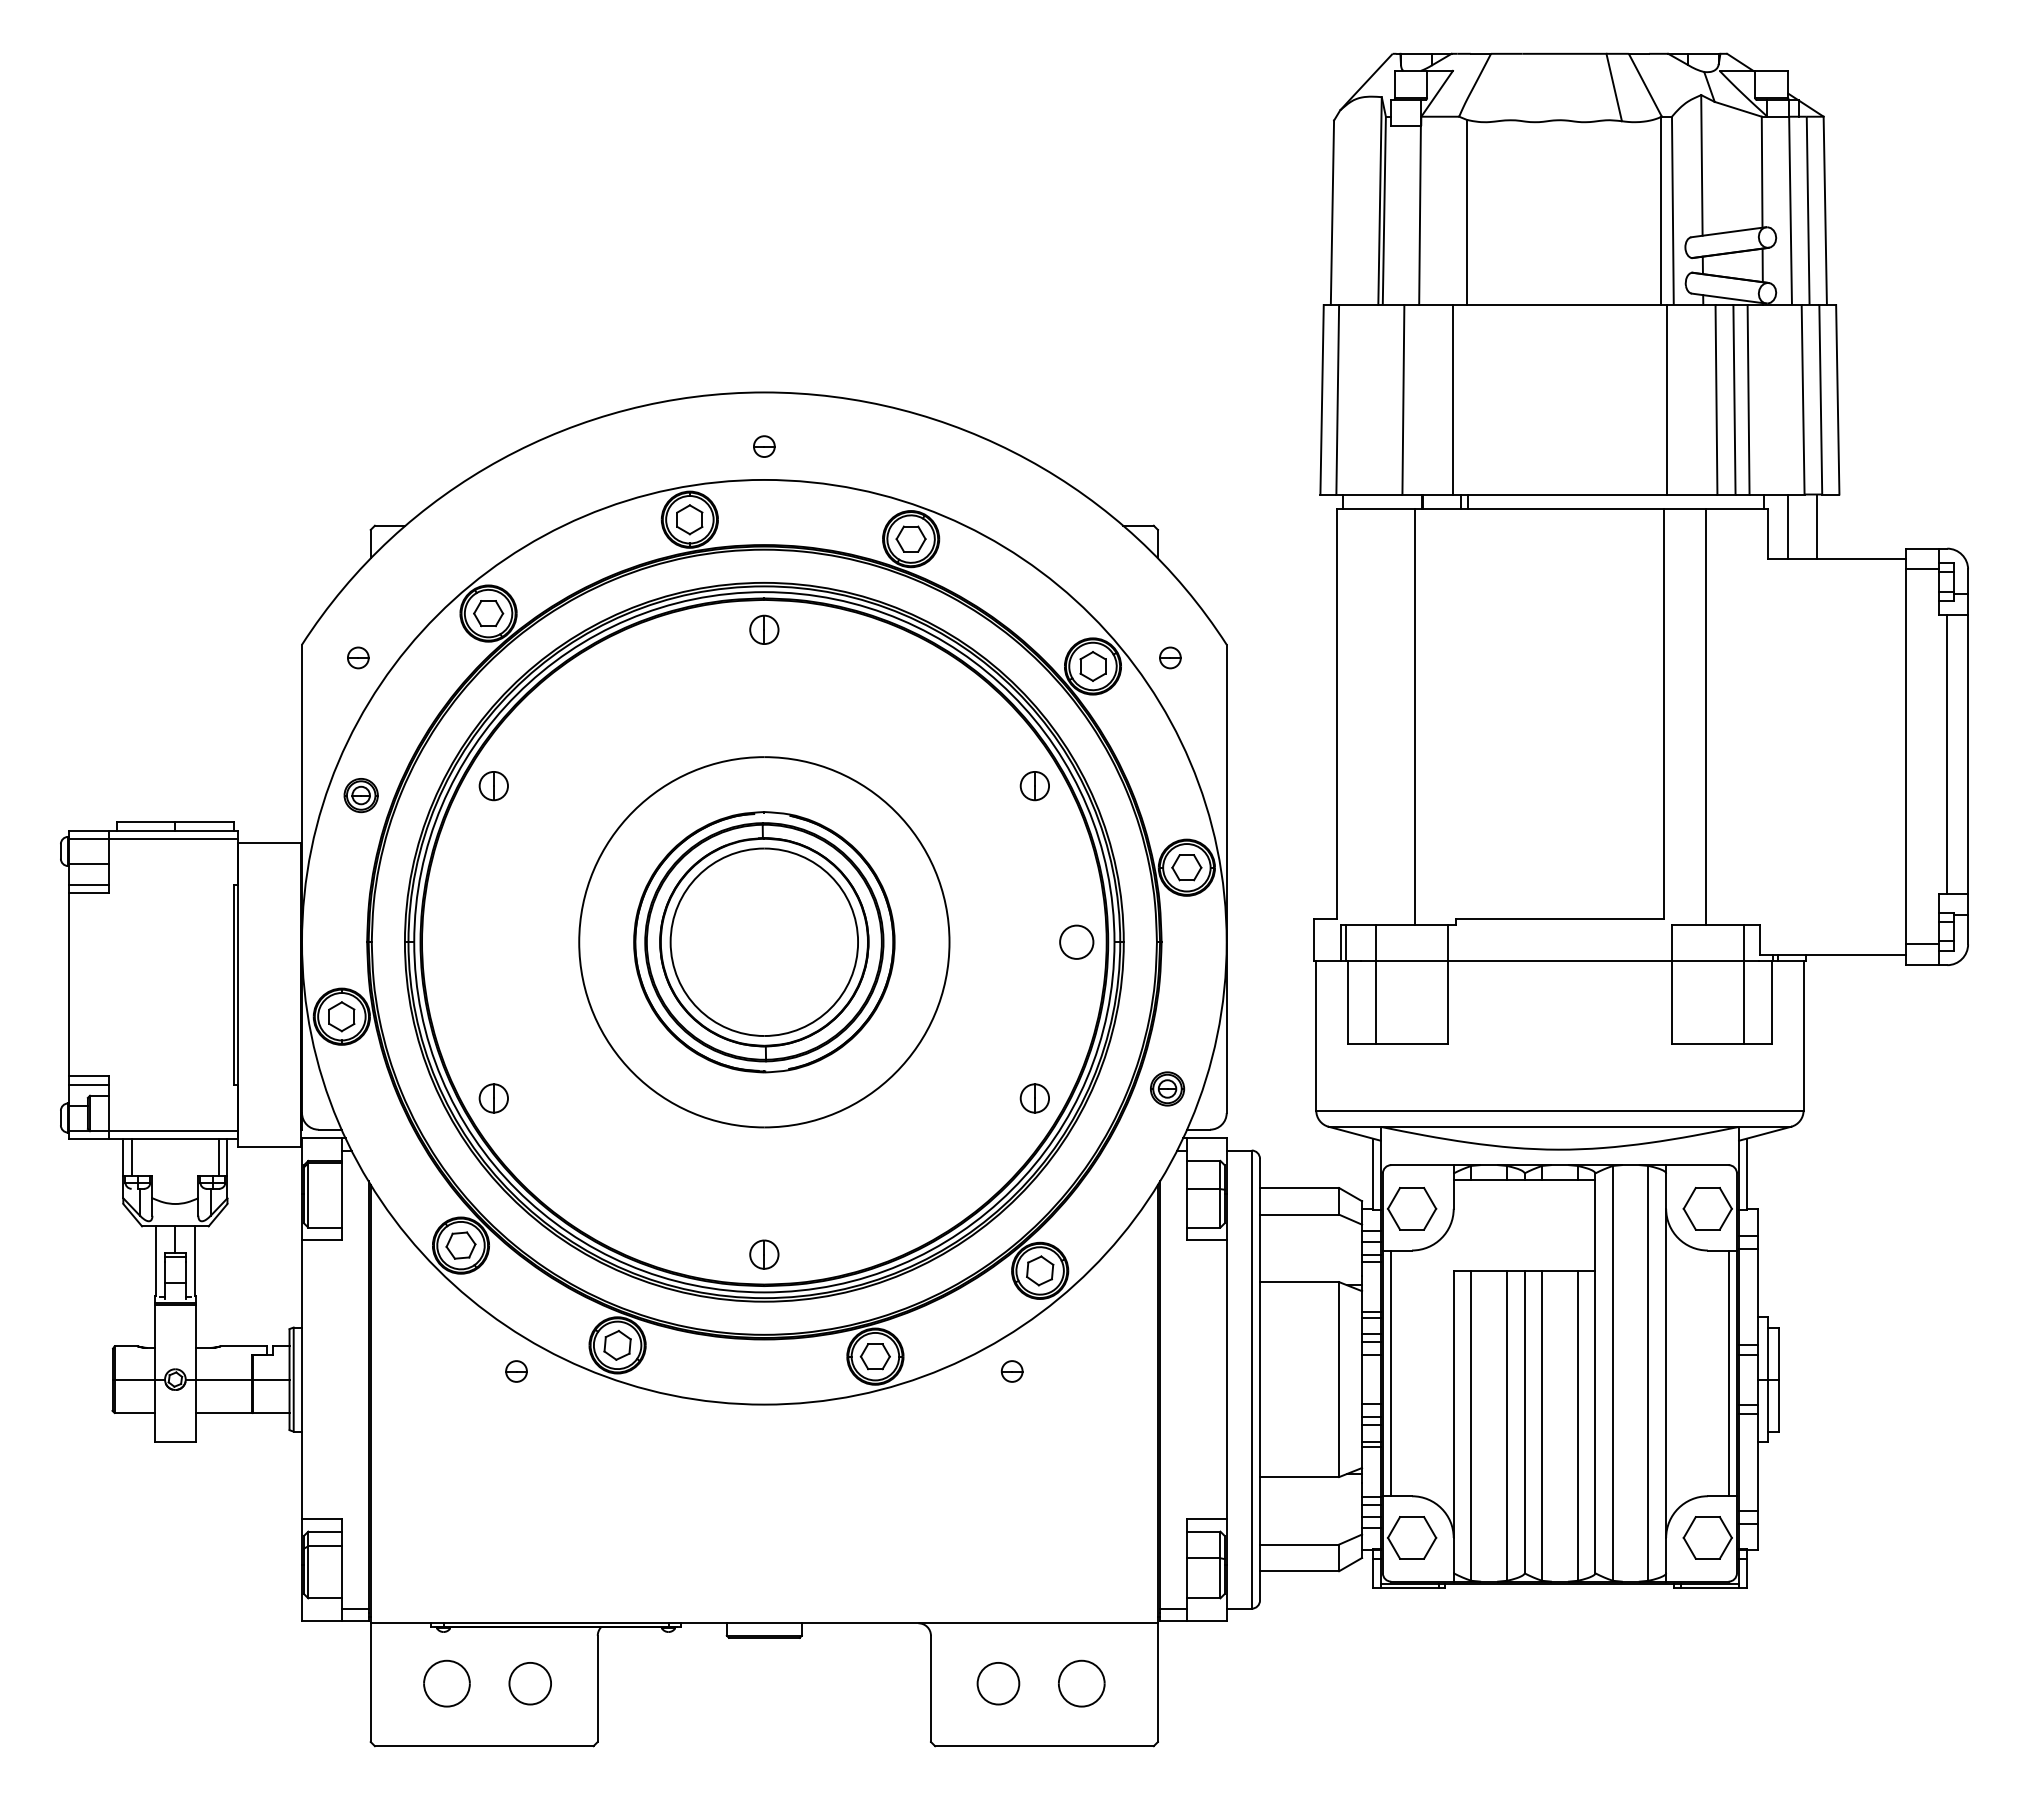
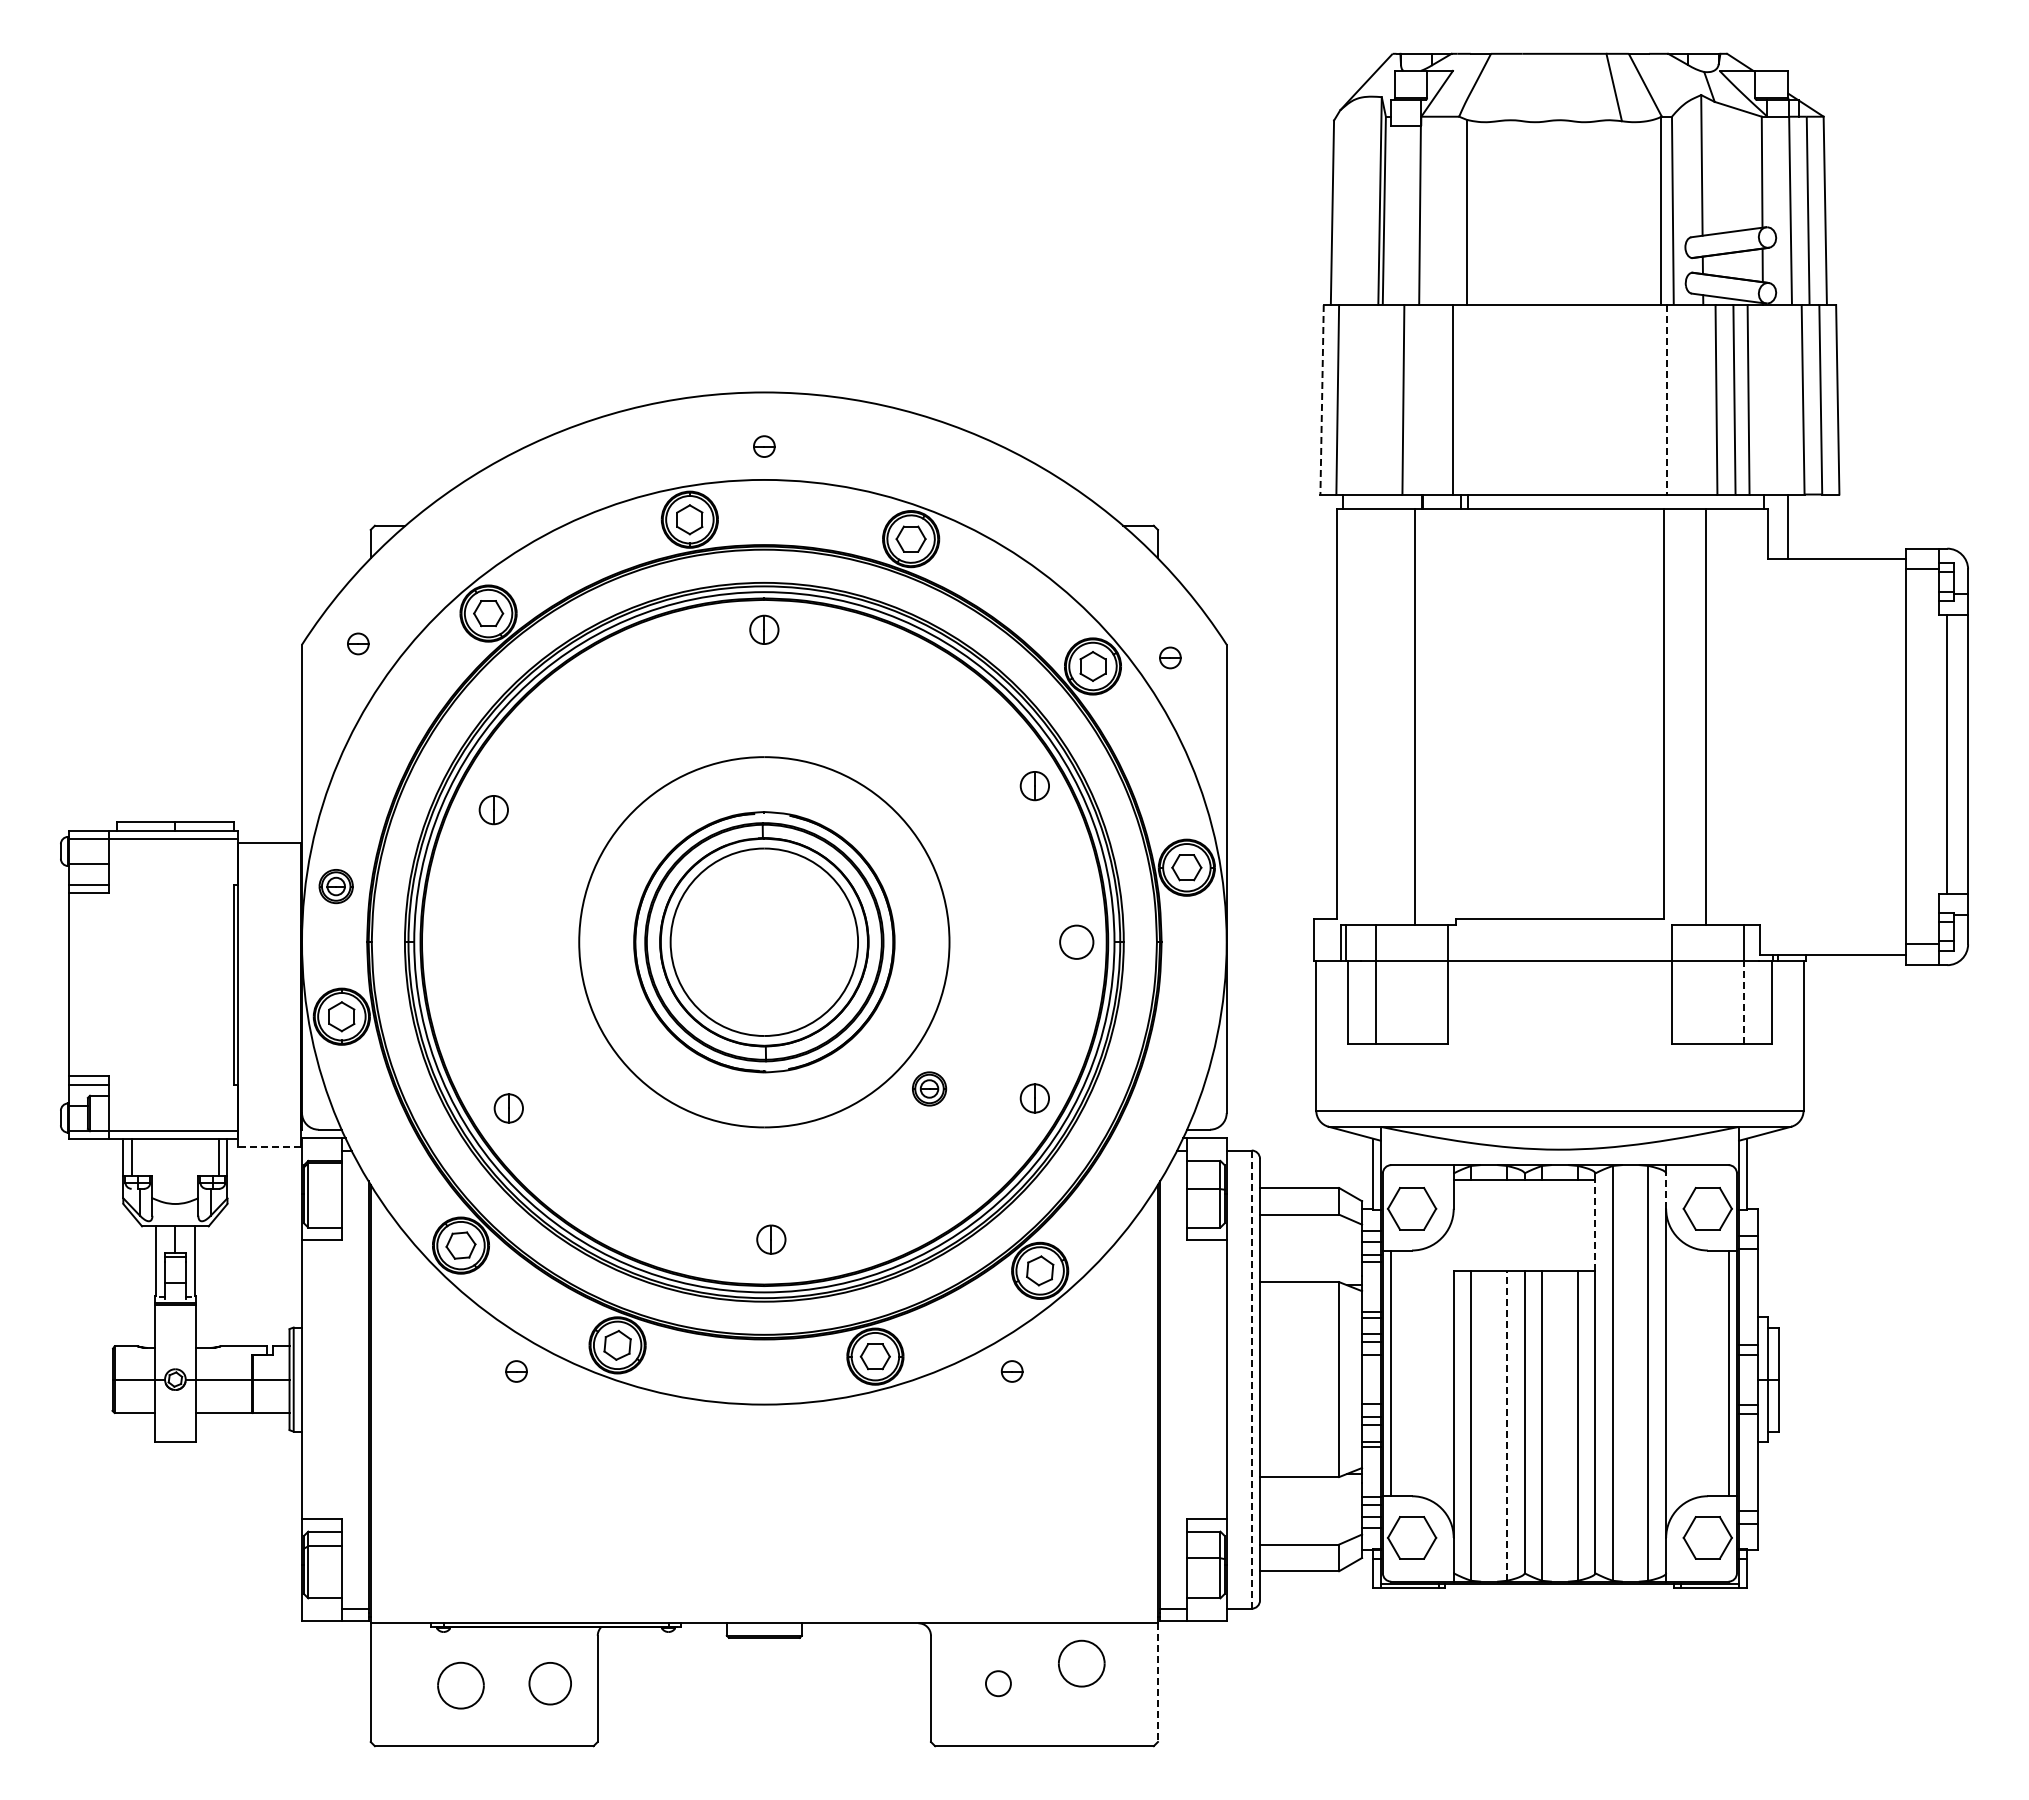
line at (1322, 399): solid -> dashed
line at (1667, 399): solid -> dashed
line at (1817, 526): present -> none
part at (358, 657) position: (358, 657) -> (358, 643)
part at (493, 786) position: (493, 786) -> (493, 810)
part at (360, 795) position: (360, 795) -> (335, 886)
line at (1744, 1002): solid -> dashed
part at (1167, 1088) position: (1167, 1088) -> (929, 1088)
part at (493, 1098) position: (493, 1098) -> (508, 1108)
line at (268, 1146): solid -> dashed
line at (1666, 1191): solid -> dashed
line at (1595, 1225): solid -> dashed
part at (764, 1254) position: (764, 1254) -> (771, 1239)
line at (1251, 1380): solid -> dashed
line at (1506, 1426): solid -> dashed
part at (446, 1683) position: (446, 1683) -> (460, 1685)
circle at (529, 1683) position: (529, 1683) -> (549, 1683)
circle at (998, 1683) diameter: 42 px -> 25 px
part at (1081, 1683) position: (1081, 1683) -> (1081, 1663)
line at (1157, 1683): solid -> dashed
